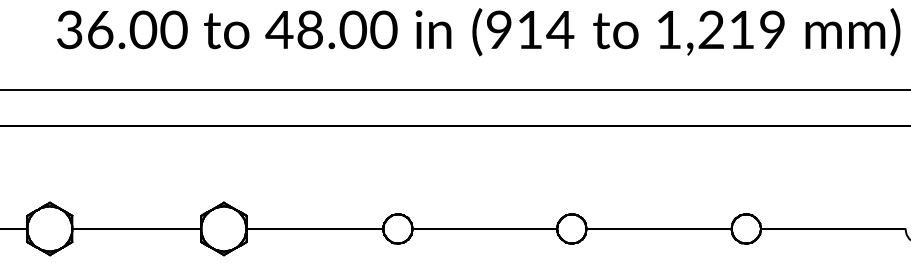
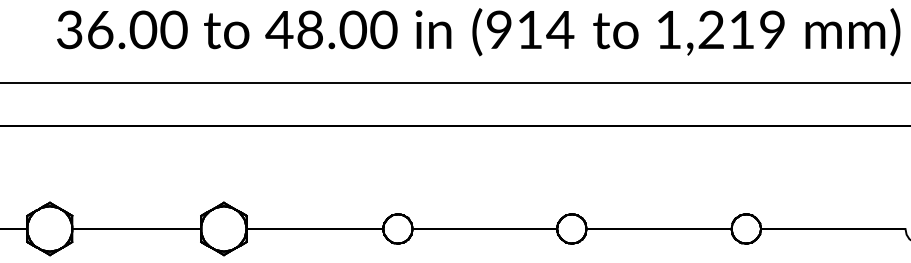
line at (454, 89) position: (454, 89) -> (454, 82)
